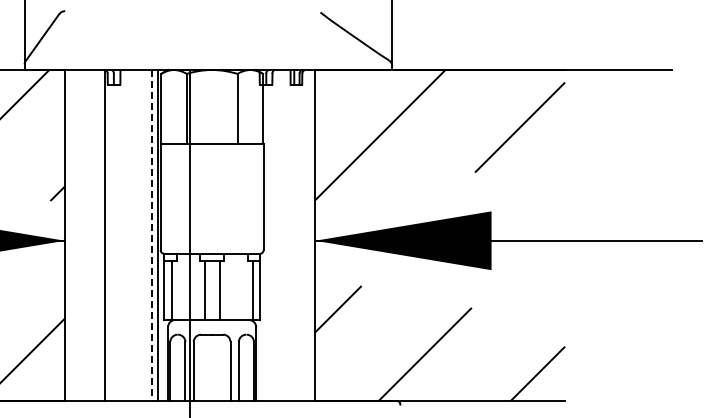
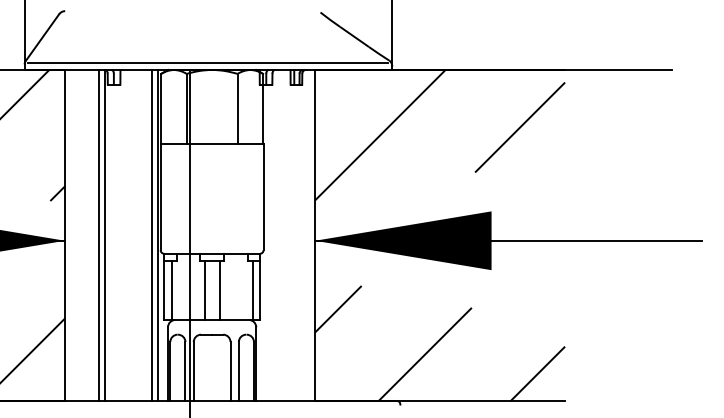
line at (207, 62): none -> present
line at (98, 234): none -> present
line at (152, 235): dashed -> solid
